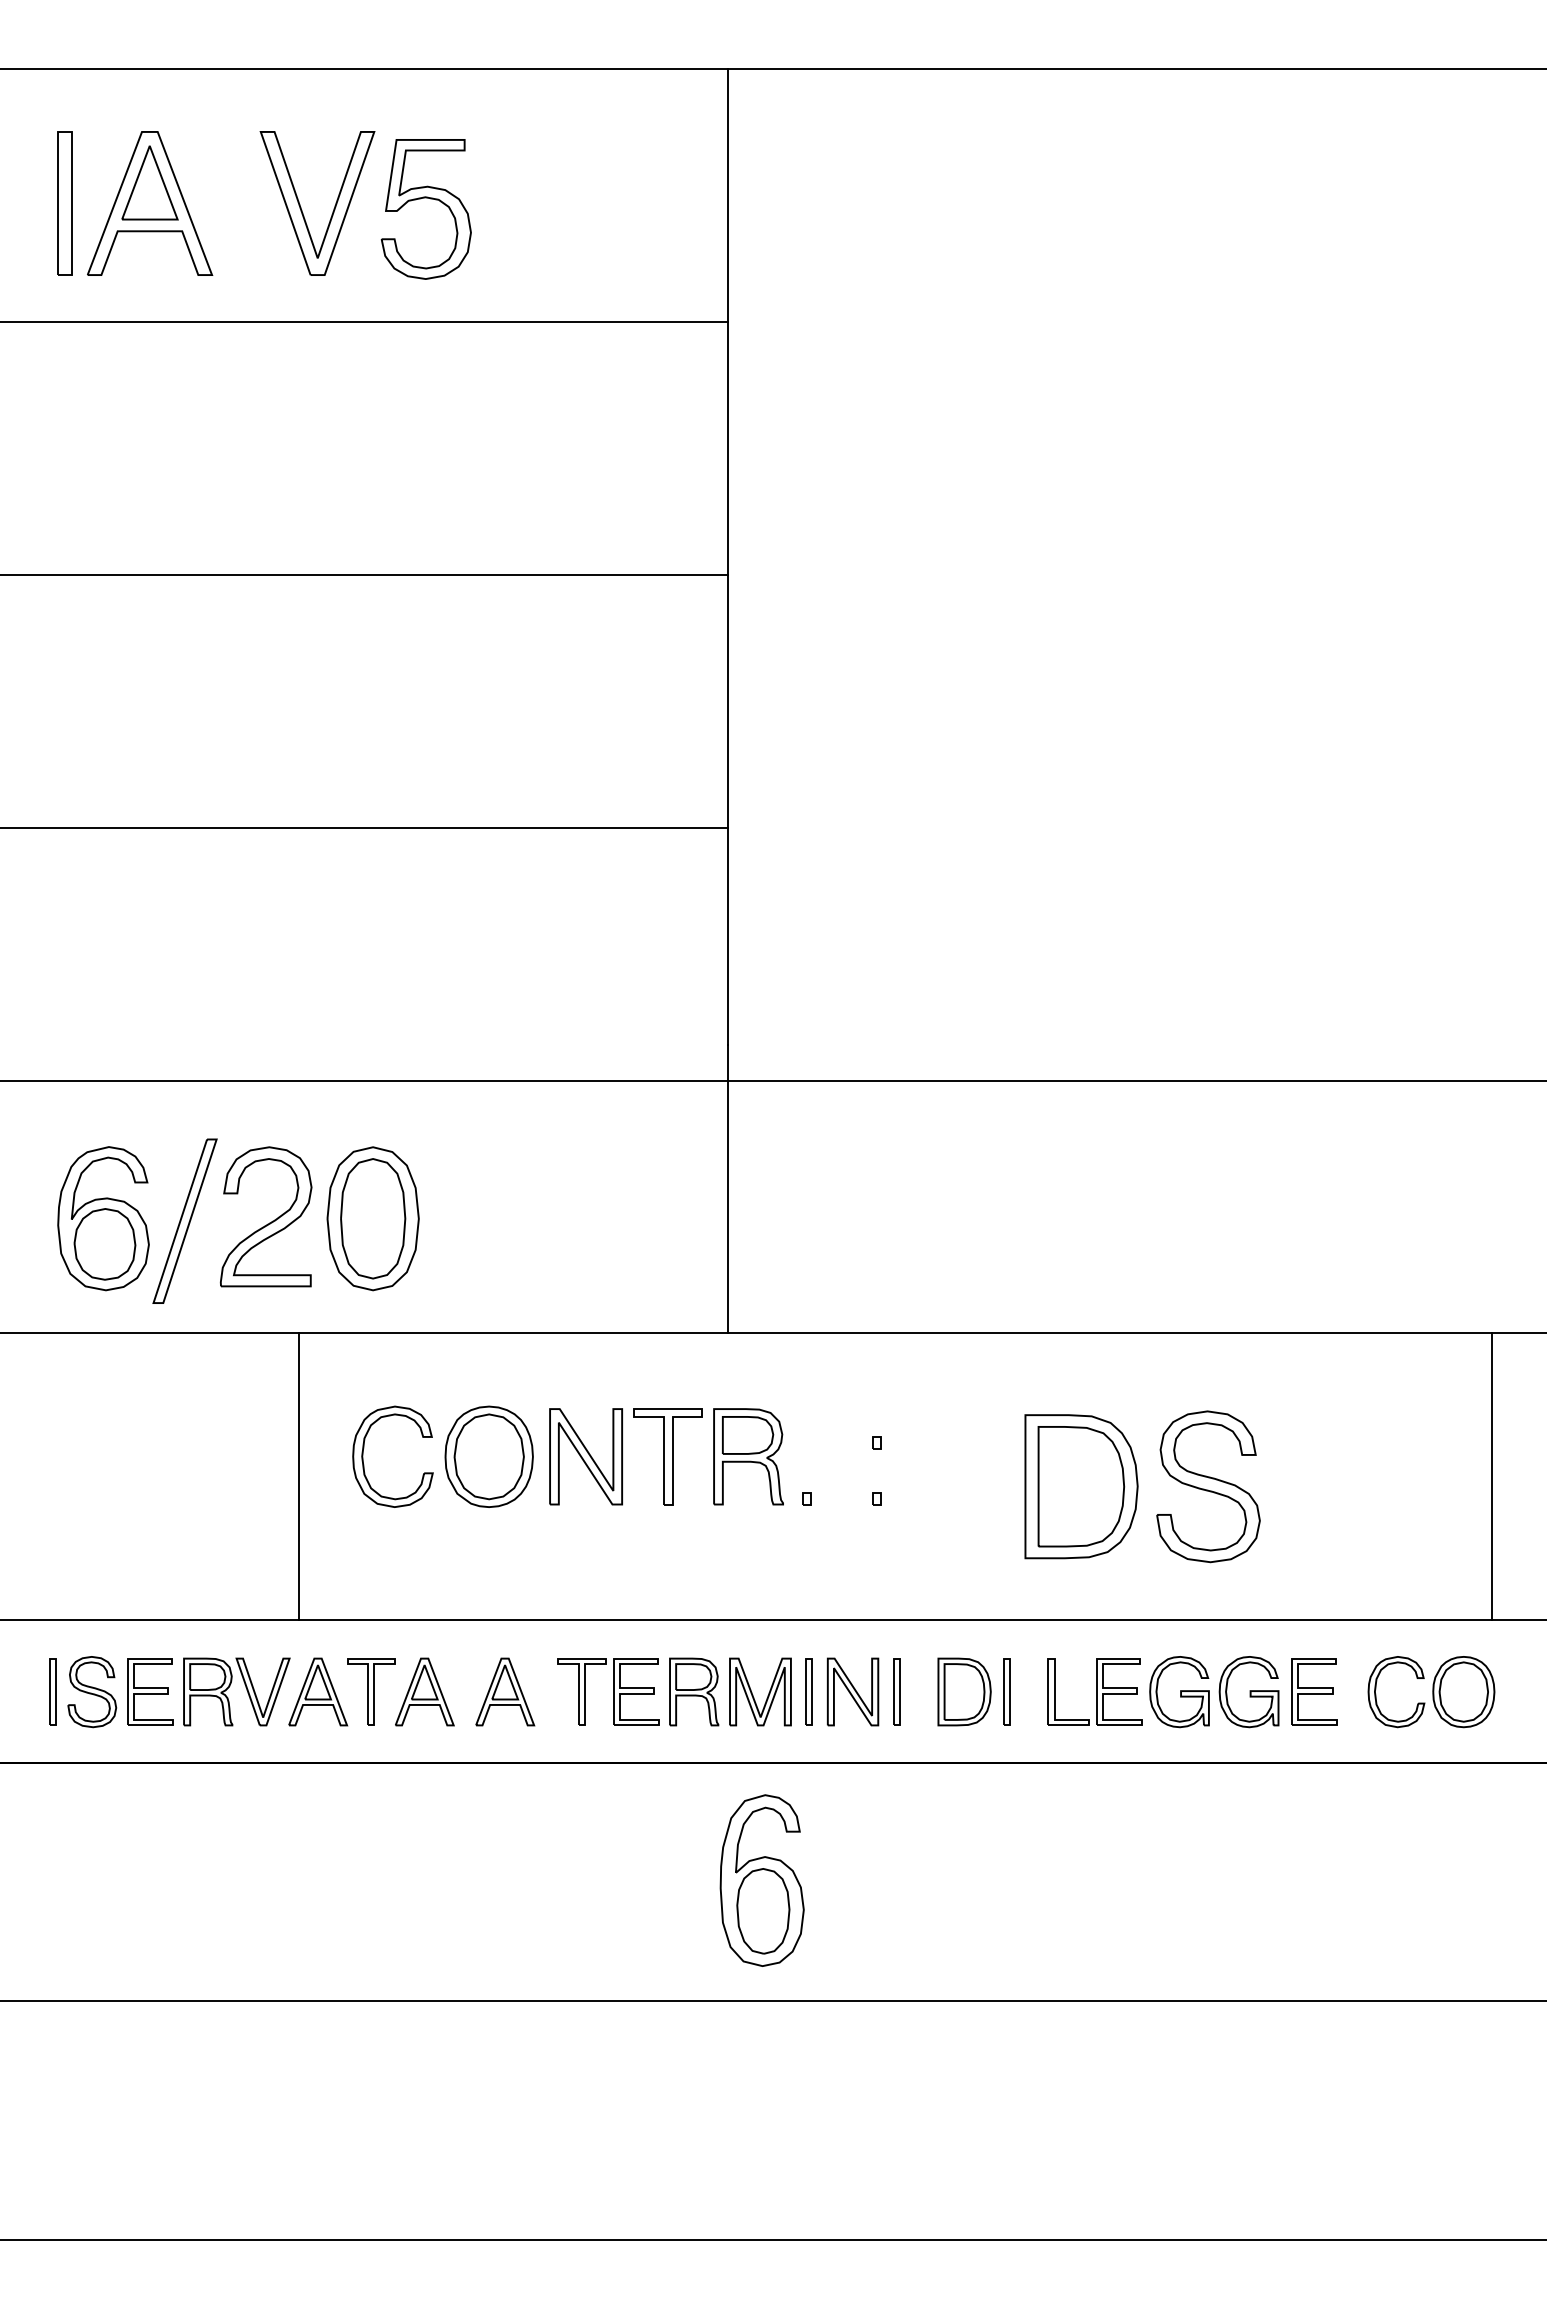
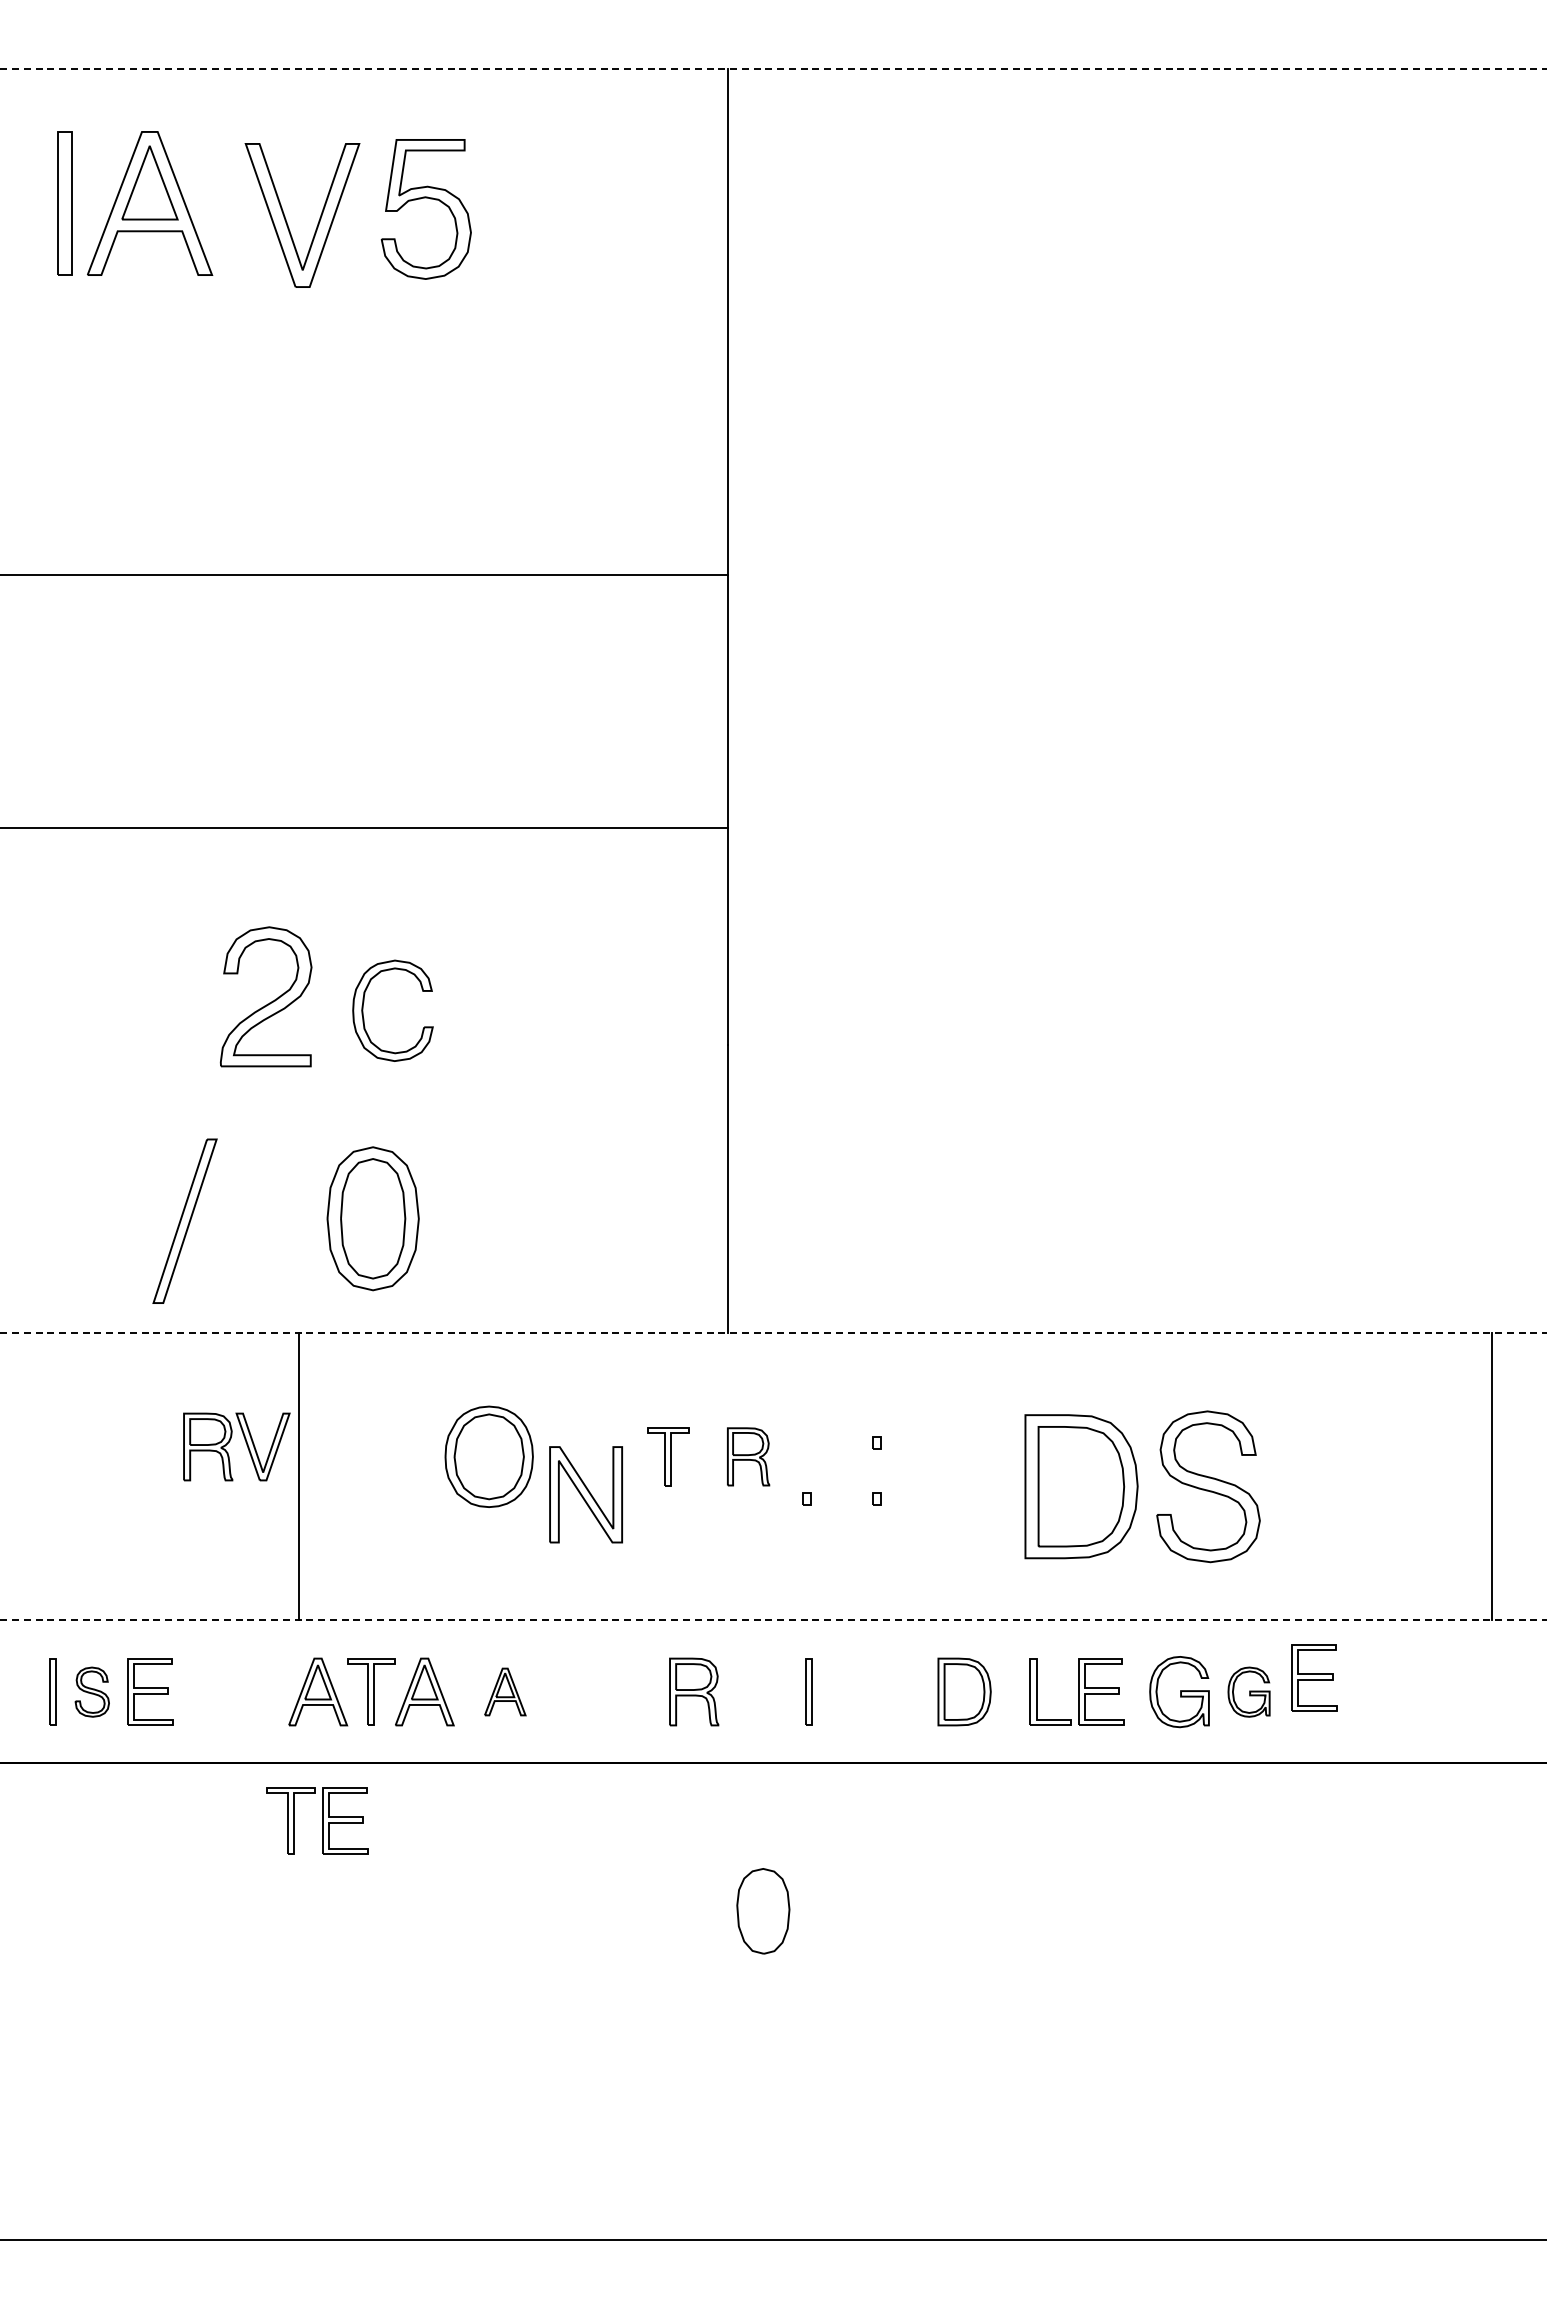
line at (774, 69): solid -> dashed
part at (301, 207) position: (301, 207) -> (286, 219)
line at (365, 322): present -> none
line at (772, 1080): present -> none
part at (103, 1218): present -> none
part at (269, 1222) position: (269, 1222) -> (269, 1002)
line at (773, 1333): solid -> dashed
part at (363, 1456) position: (363, 1456) -> (363, 1010)
part at (585, 1456) position: (585, 1456) -> (585, 1494)
part at (667, 1456) size: 70x98 px -> 43x60 px
part at (748, 1456) size: 71x98 px -> 44x60 px
line at (774, 1619): solid -> dashed
part at (230, 1686) position: (230, 1686) -> (230, 1441)
part at (505, 1691) size: 61x70 px -> 43x50 px
part at (608, 1691) position: (608, 1691) -> (317, 1820)
part at (852, 1691): present -> none
part at (896, 1691): present -> none
part at (1006, 1691): present -> none
part at (1094, 1691) position: (1094, 1691) -> (1076, 1691)
part at (1314, 1691) position: (1314, 1691) -> (1314, 1677)
part at (92, 1692) size: 51x73 px -> 36x52 px
part at (1248, 1692) size: 62x73 px -> 44x52 px
part at (1431, 1692): present -> none
part at (753, 1694): present -> none
part at (761, 1880): present -> none
line at (772, 2001): present -> none
